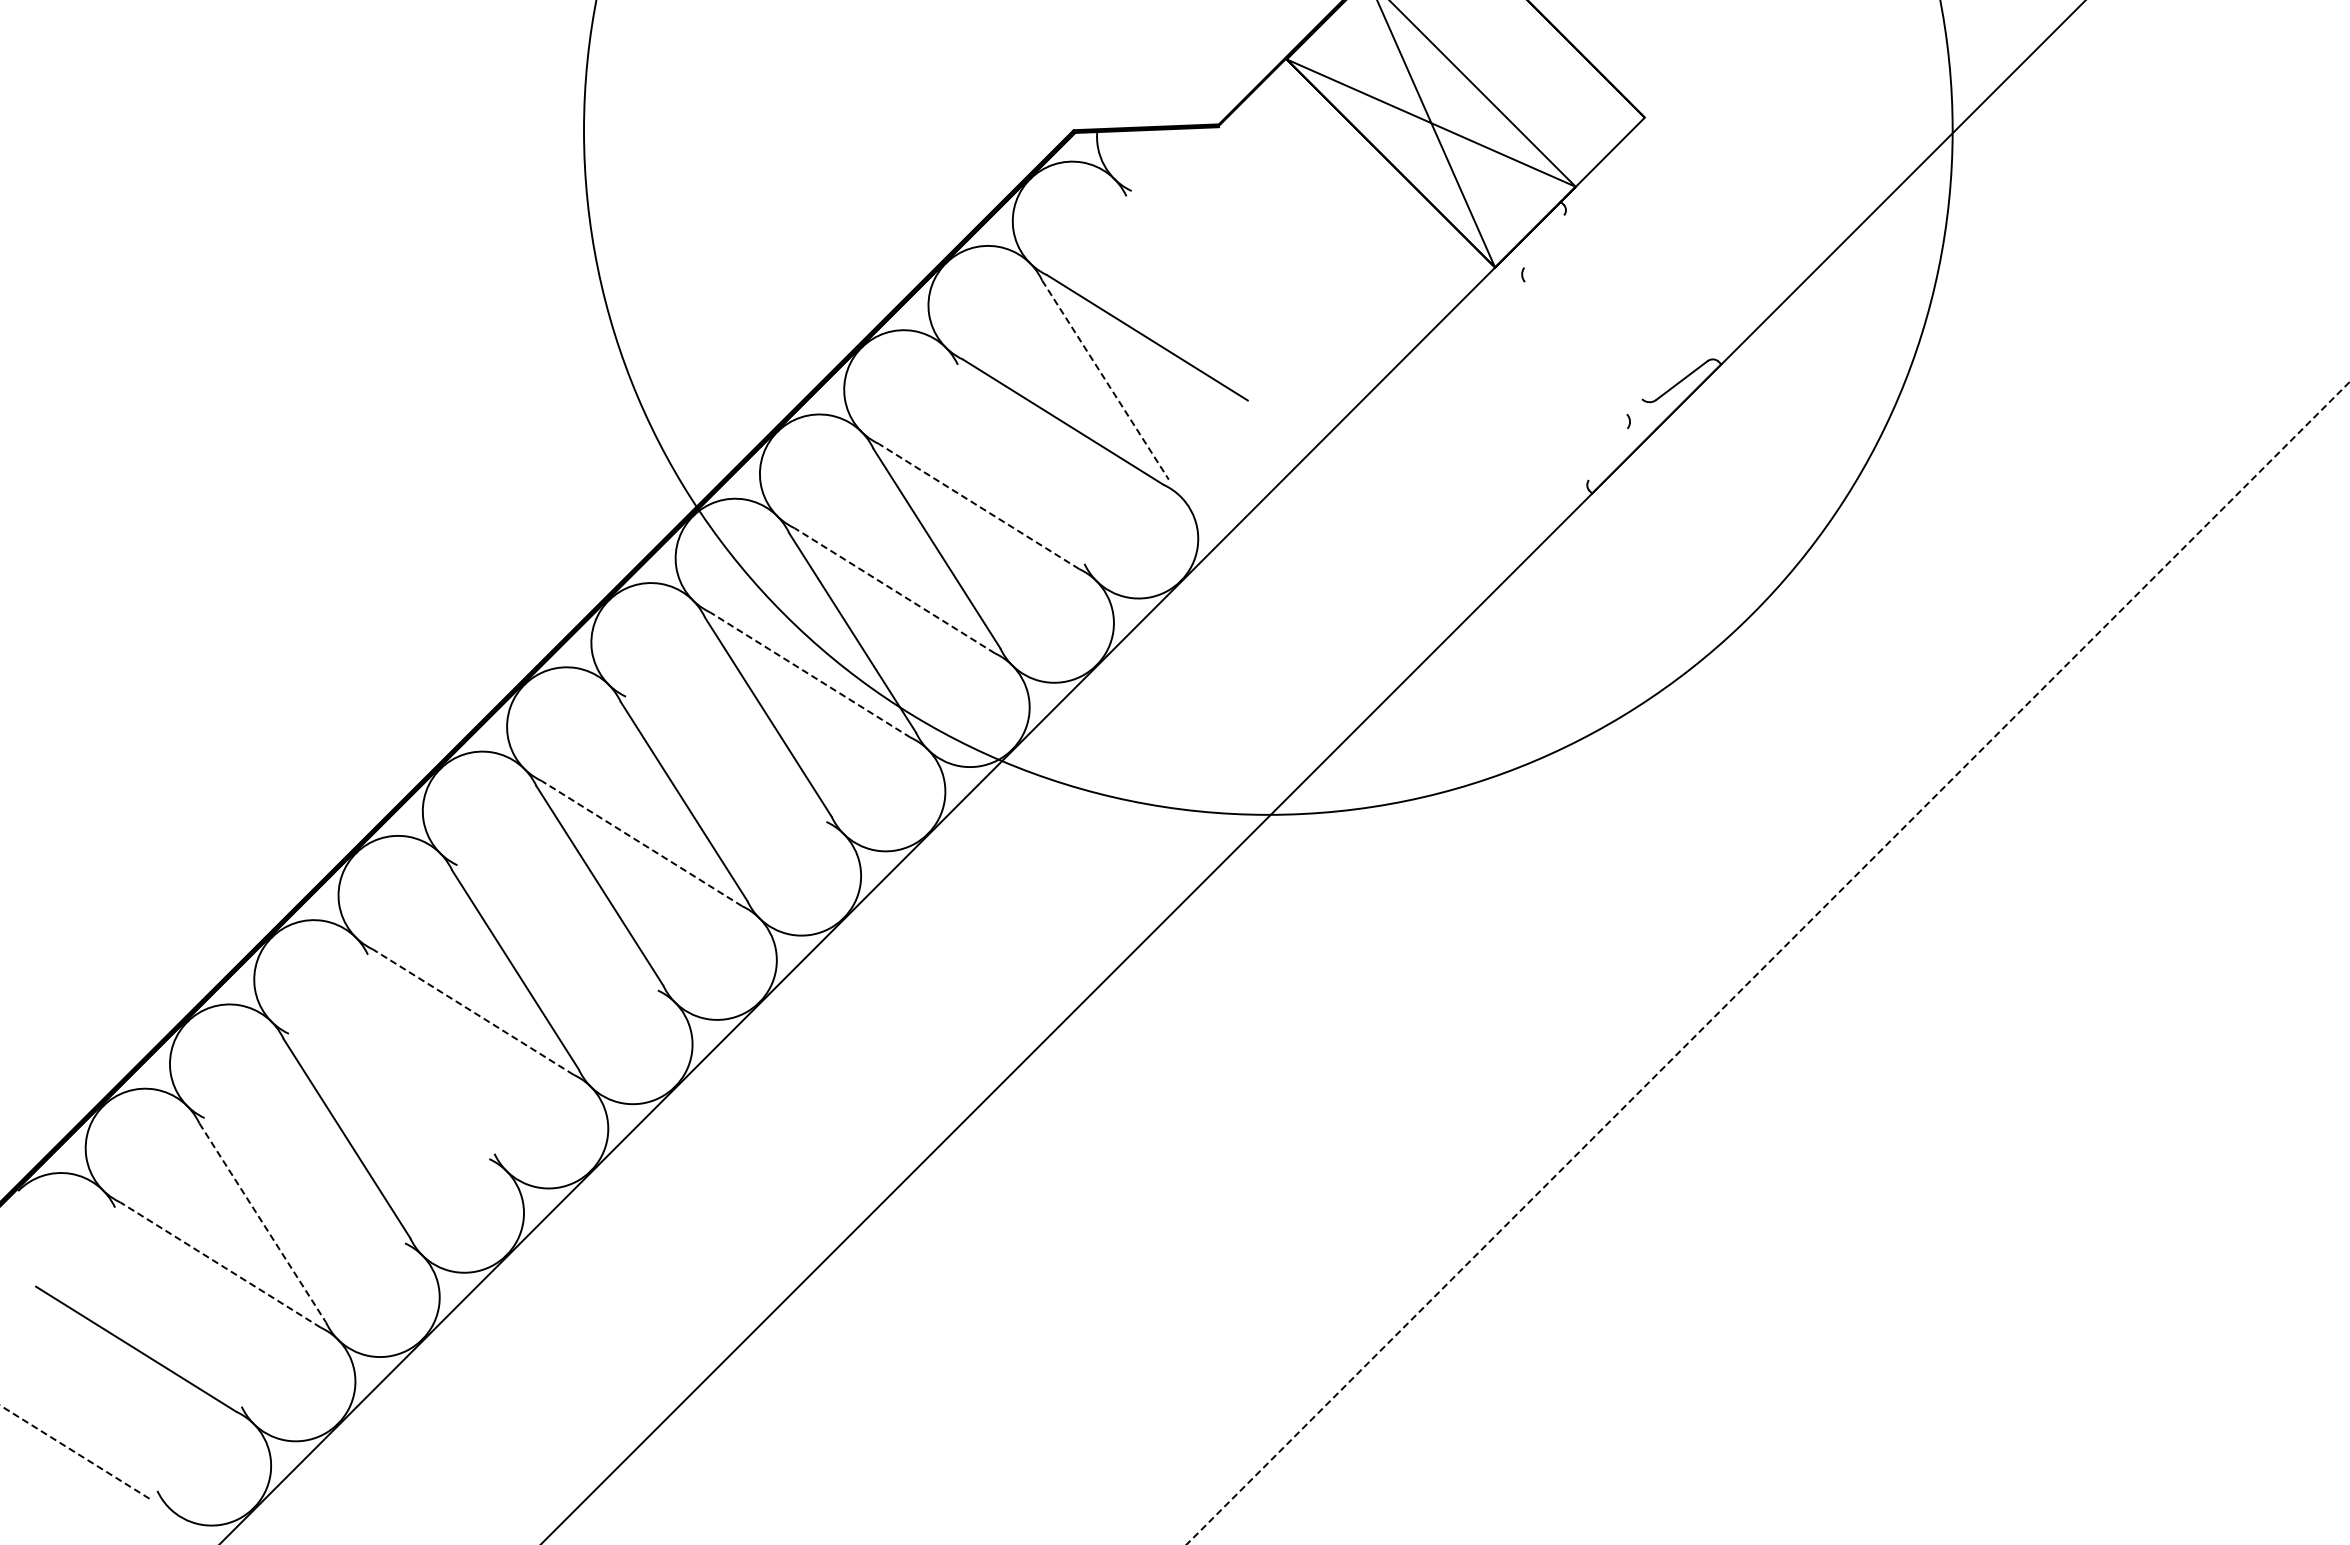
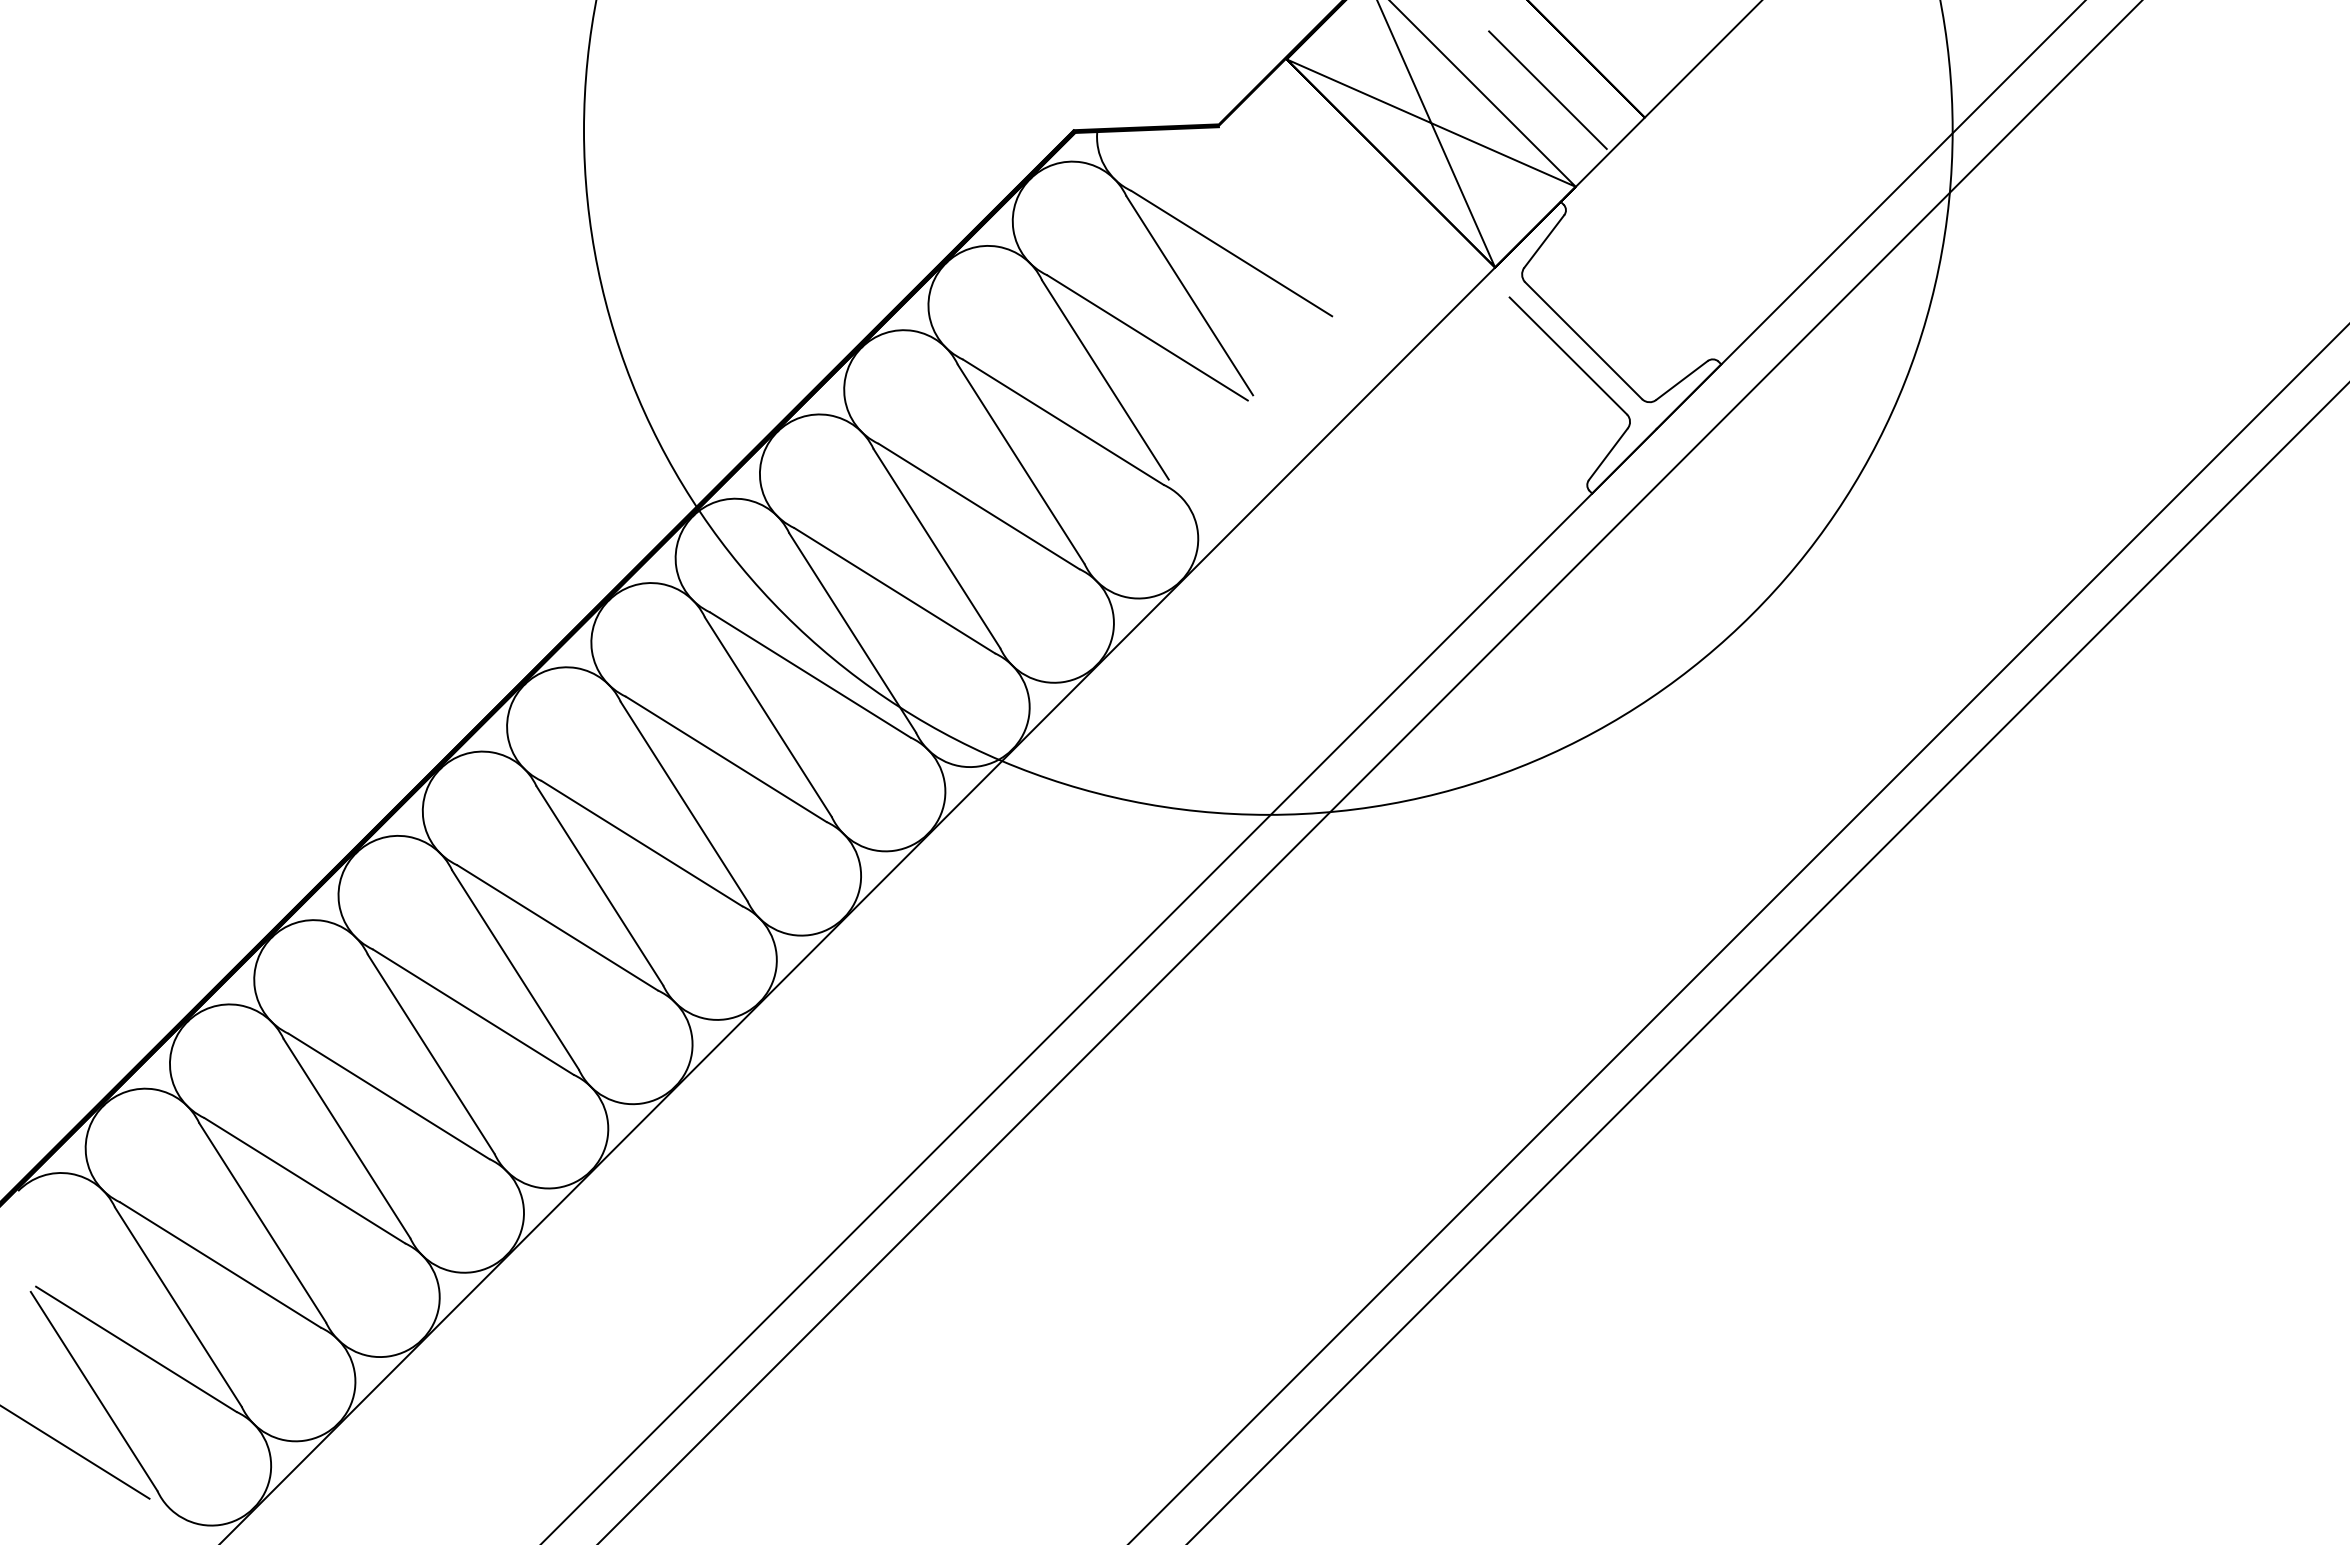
line at (1702, 59): none -> present
line at (1547, 89): none -> present
line at (1544, 241): none -> present
line at (1231, 253): none -> present
line at (1189, 295): none -> present
line at (1583, 340): none -> present
line at (1567, 355): none -> present
line at (1105, 380): dashed -> solid
line at (1607, 454): none -> present
line at (1020, 463): none -> present
line at (978, 506): dashed -> solid
line at (894, 590): dashed -> solid
line at (810, 674): dashed -> solid
line at (726, 758): none -> present
line at (1370, 771): none -> present
line at (641, 843): dashed -> solid
line at (557, 927): none -> present
line at (1738, 933): none -> present
line at (1768, 963): dashed -> solid
line at (472, 1011): dashed -> solid
line at (430, 1053): none -> present
line at (388, 1096): none -> present
line at (304, 1180): none -> present
line at (262, 1222): dashed -> solid
line at (220, 1264): dashed -> solid
line at (178, 1306): none -> present
line at (93, 1390): none -> present
line at (75, 1452): dashed -> solid
